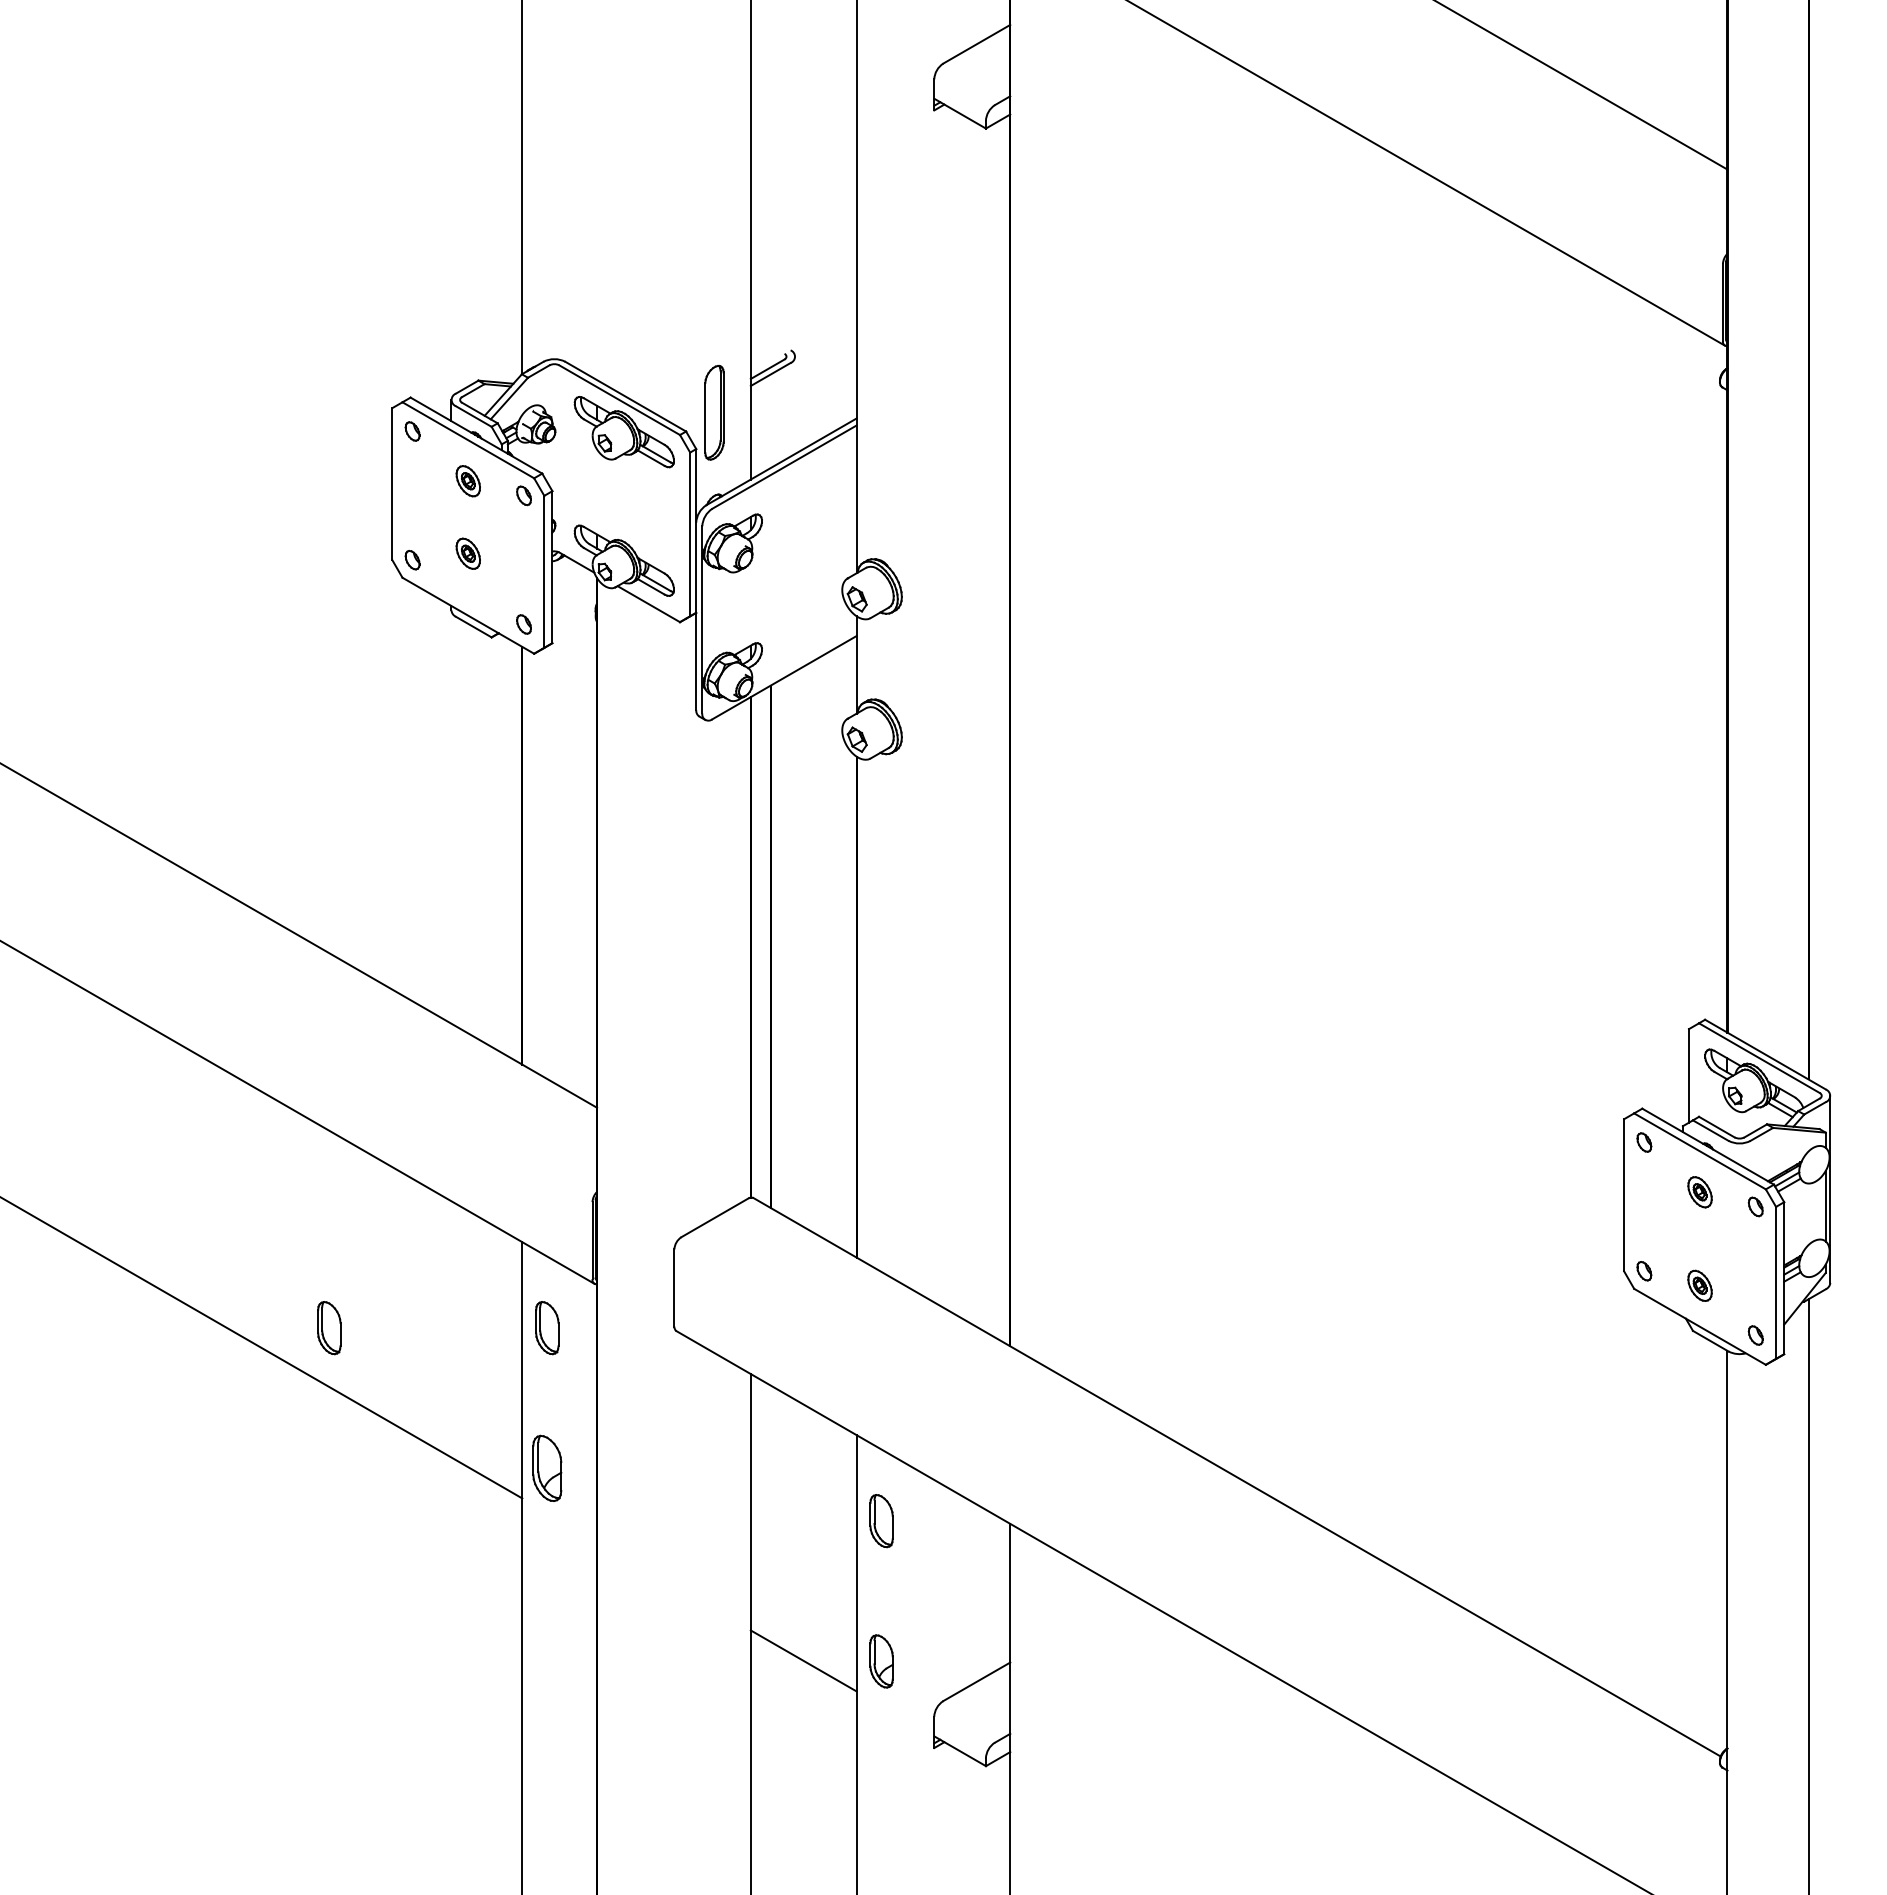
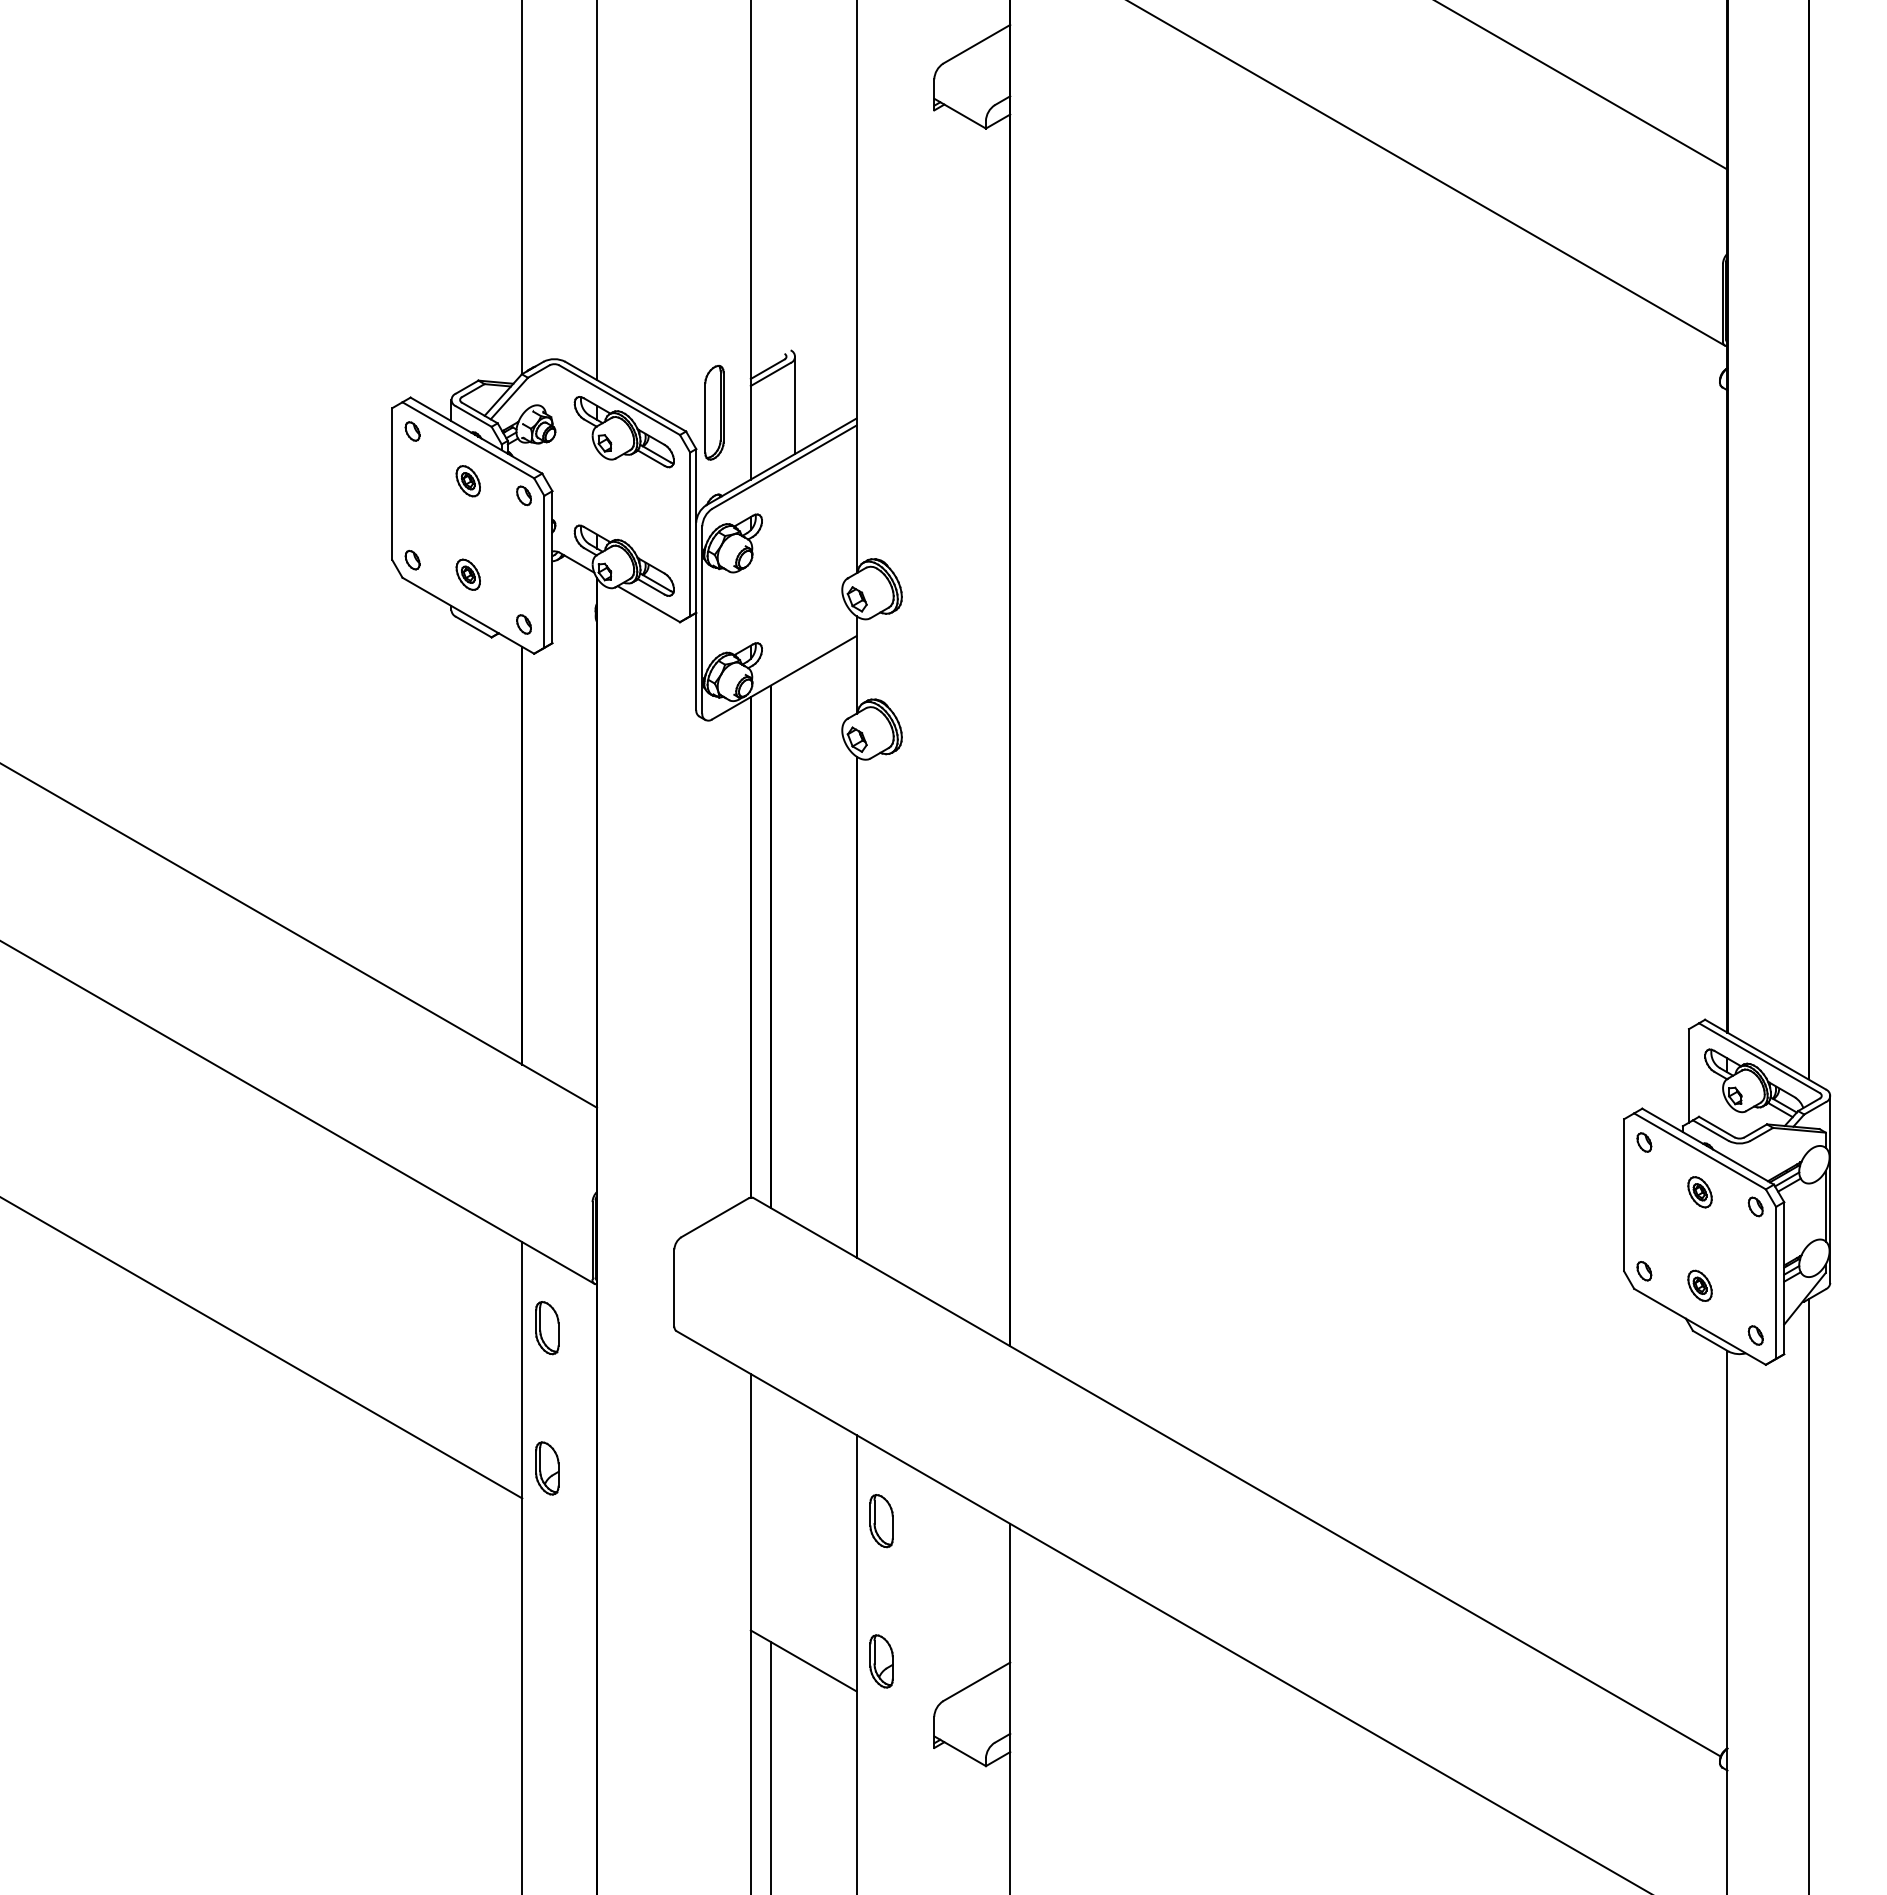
line at (597, 191): none -> present
line at (795, 404): none -> present
part at (467, 553) position: (467, 553) -> (467, 574)
part at (329, 1328): present -> none
part at (547, 1467) size: 31x68 px -> 25x55 px
line at (770, 1766): none -> present
